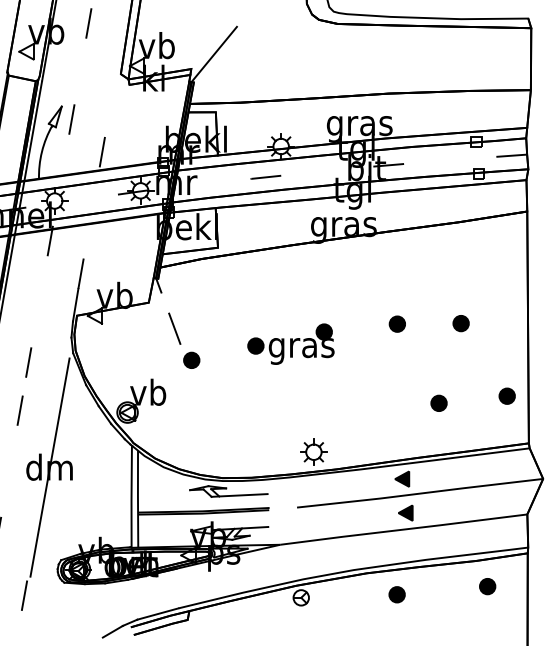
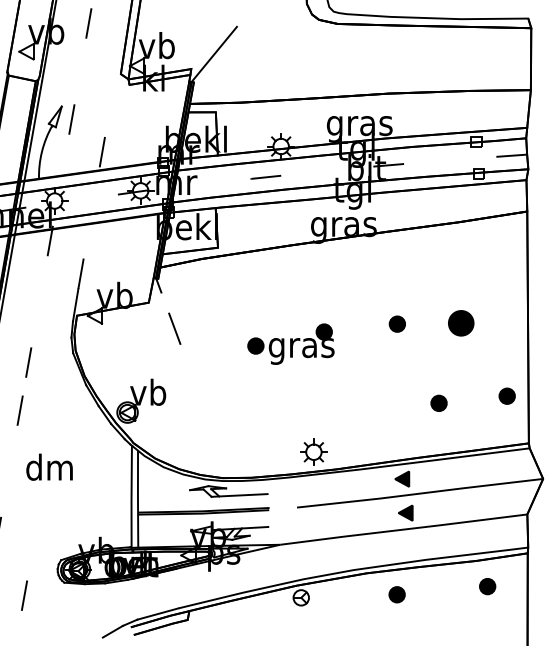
part at (460, 323) size: 18x18 px -> 27x27 px
part at (191, 359): present -> none
line at (49, 467): present -> none
